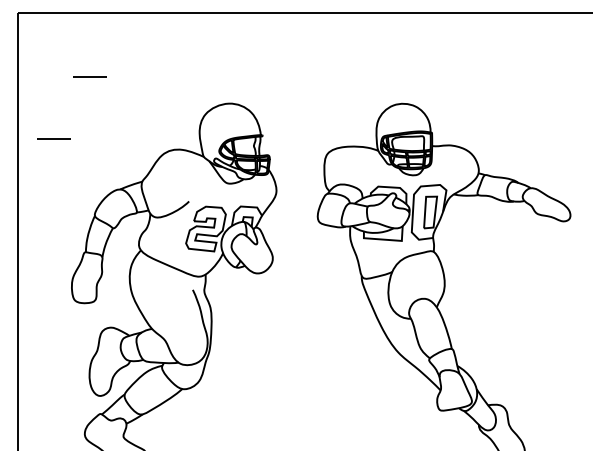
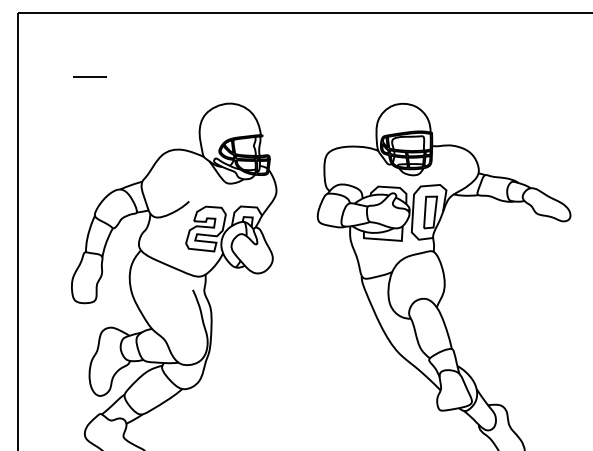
line at (53, 138): present -> none
